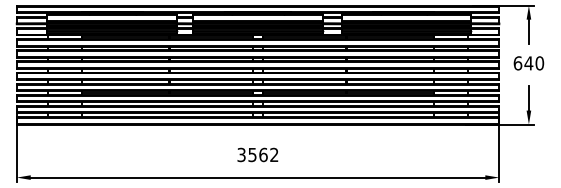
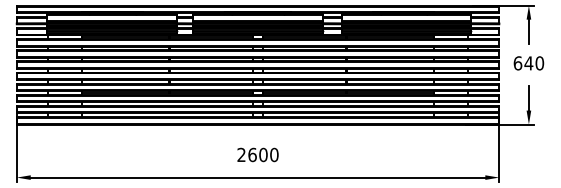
text at (257, 154): 3562 -> 2600
